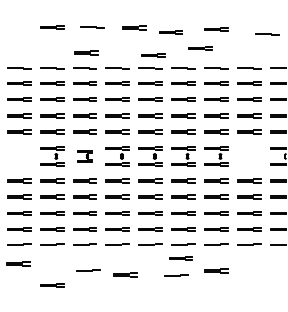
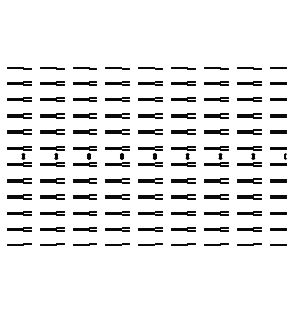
line at (52, 27): present -> none
line at (92, 27): present -> none
part at (134, 27): present -> none
line at (216, 29): present -> none
line at (170, 32): present -> none
line at (267, 34): present -> none
line at (200, 48): present -> none
part at (86, 52): present -> none
line at (153, 55): present -> none
part at (19, 156): none -> present
part at (84, 156) size: 16x13 px -> 24x21 px
part at (249, 156): none -> present
line at (180, 258): present -> none
part at (18, 263): present -> none
line at (88, 270): present -> none
part at (216, 270): present -> none
part at (125, 274): present -> none
line at (176, 275): present -> none
line at (52, 285): present -> none
